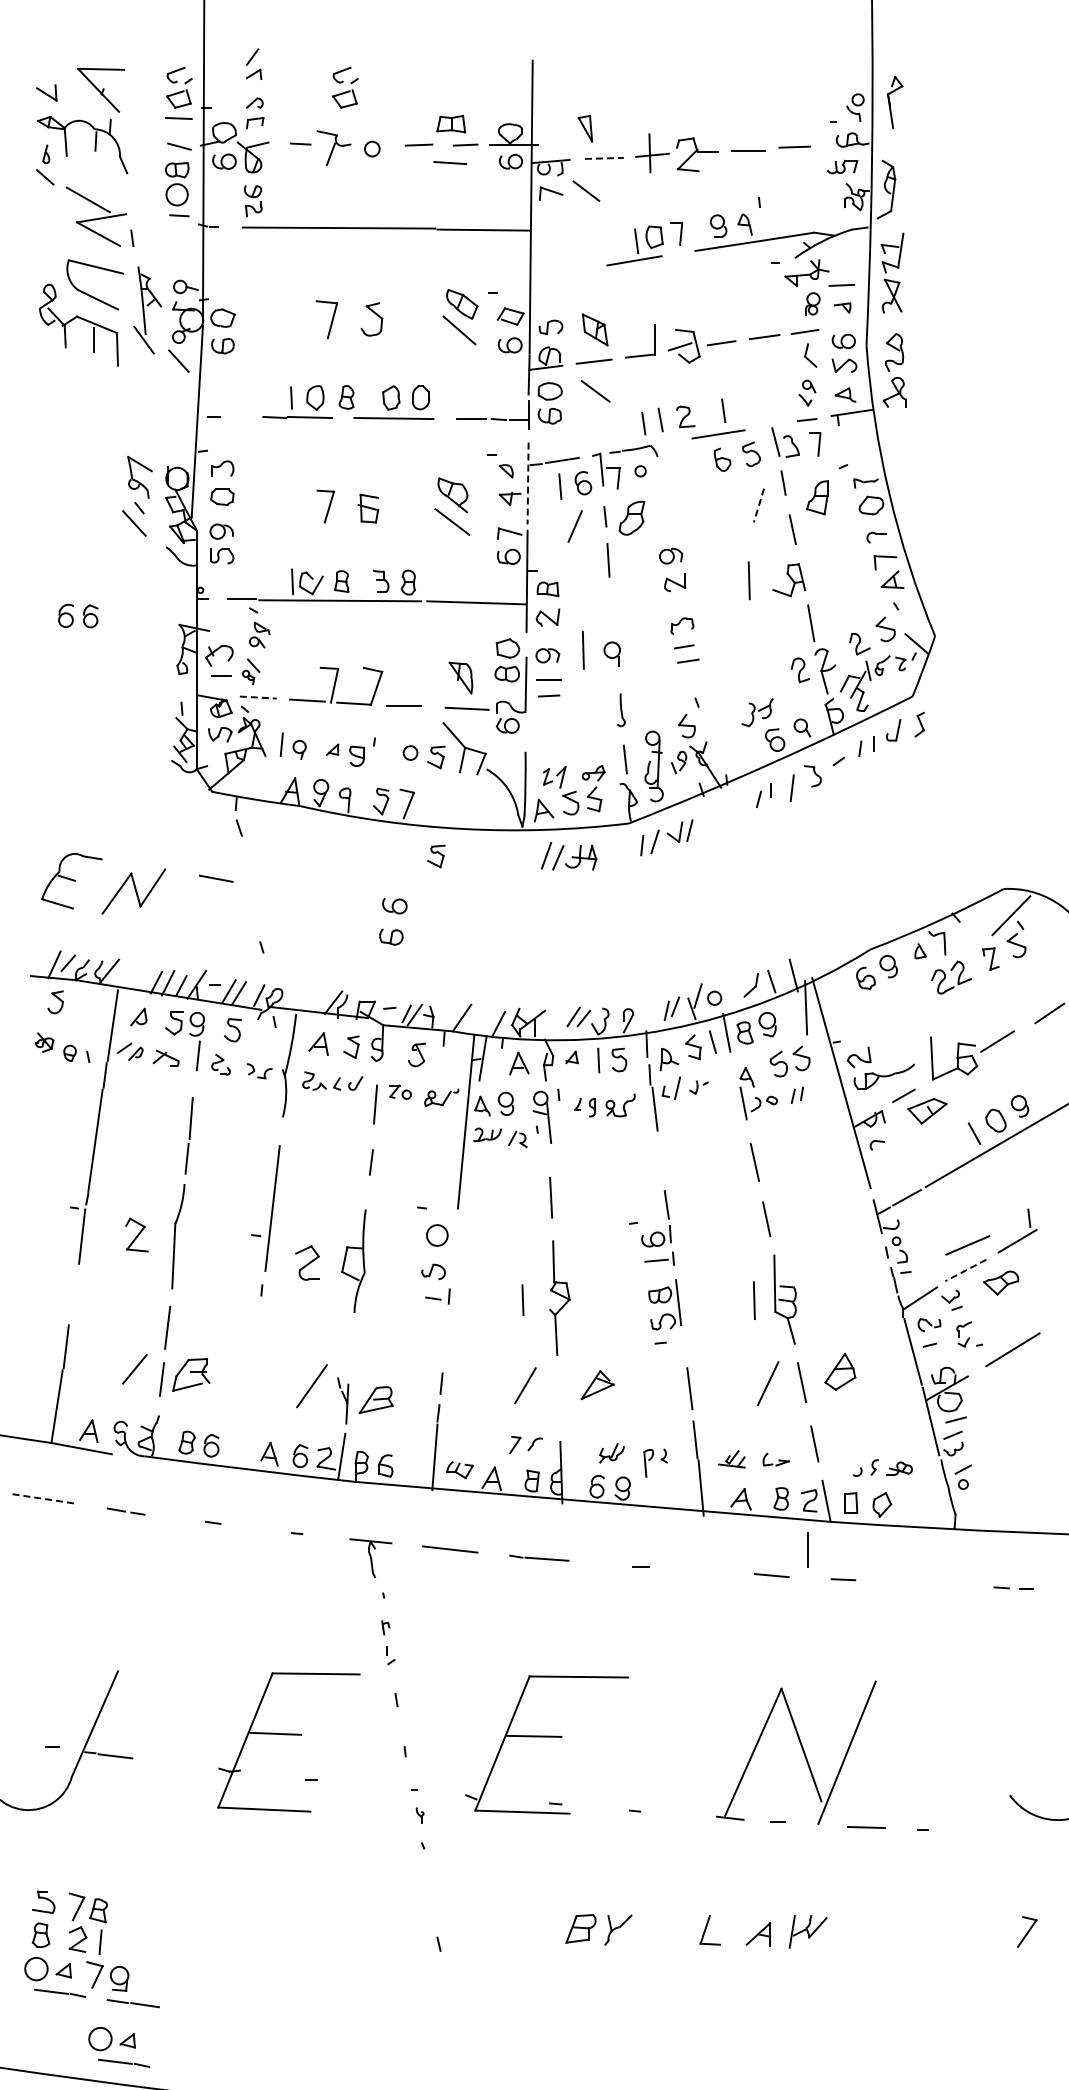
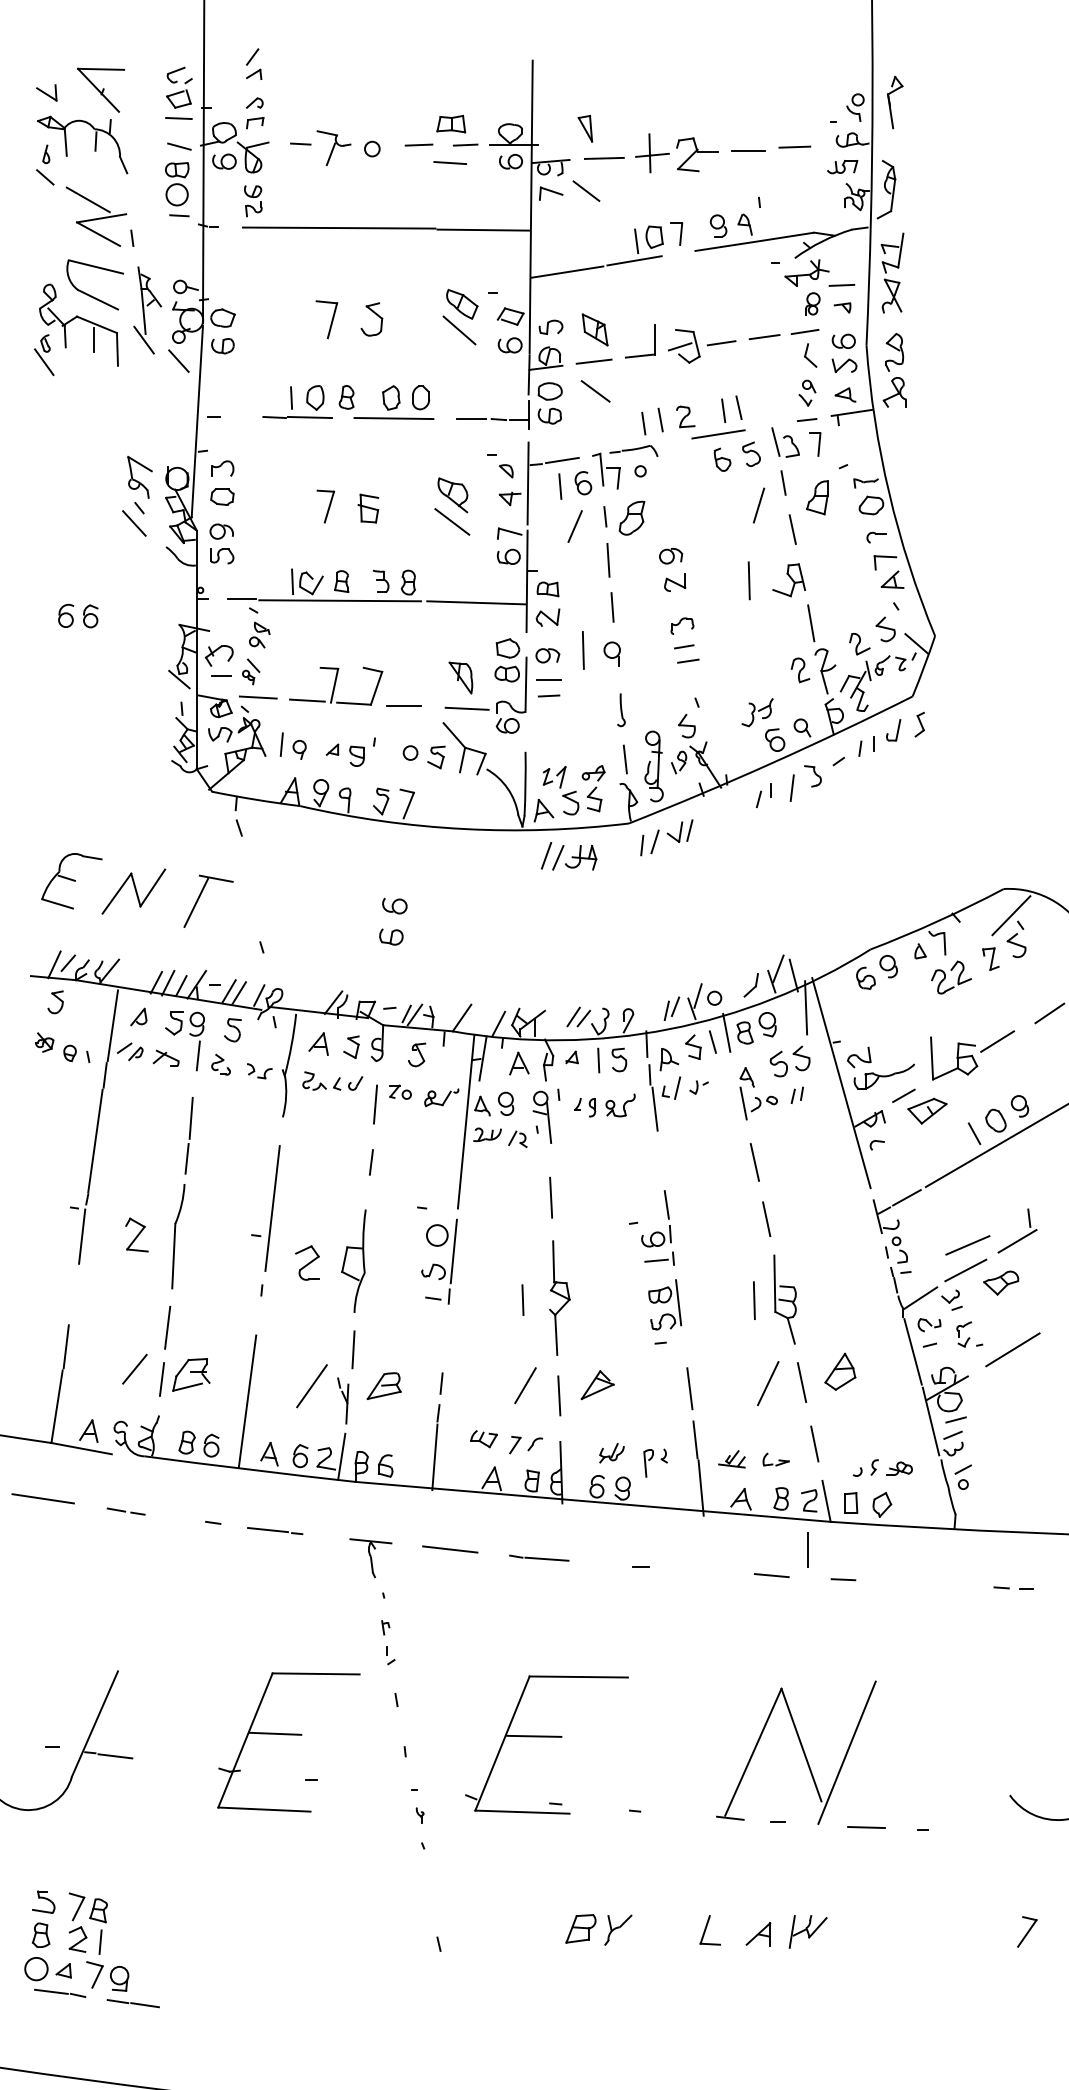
part at (345, 87): present -> none
line at (604, 158): dashed -> solid
line at (567, 271): none -> present
part at (44, 355): none -> present
line at (738, 407): none -> present
line at (528, 483): dashed -> solid
line at (759, 505): dashed -> solid
line at (612, 607): none -> present
line at (179, 679): none -> present
line at (258, 697): dashed -> solid
part at (436, 856): present -> none
line at (196, 902): none -> present
line at (778, 968): none -> present
line at (453, 1251): none -> present
line at (965, 1270): dashed -> solid
line at (353, 1349): none -> present
line at (559, 1395): none -> present
part at (375, 1399) position: (375, 1399) -> (383, 1385)
line at (247, 1401): none -> present
part at (459, 1470) position: (459, 1470) -> (483, 1439)
line at (43, 1498): dashed -> solid
line at (267, 1530): none -> present
part at (119, 2047): present -> none
